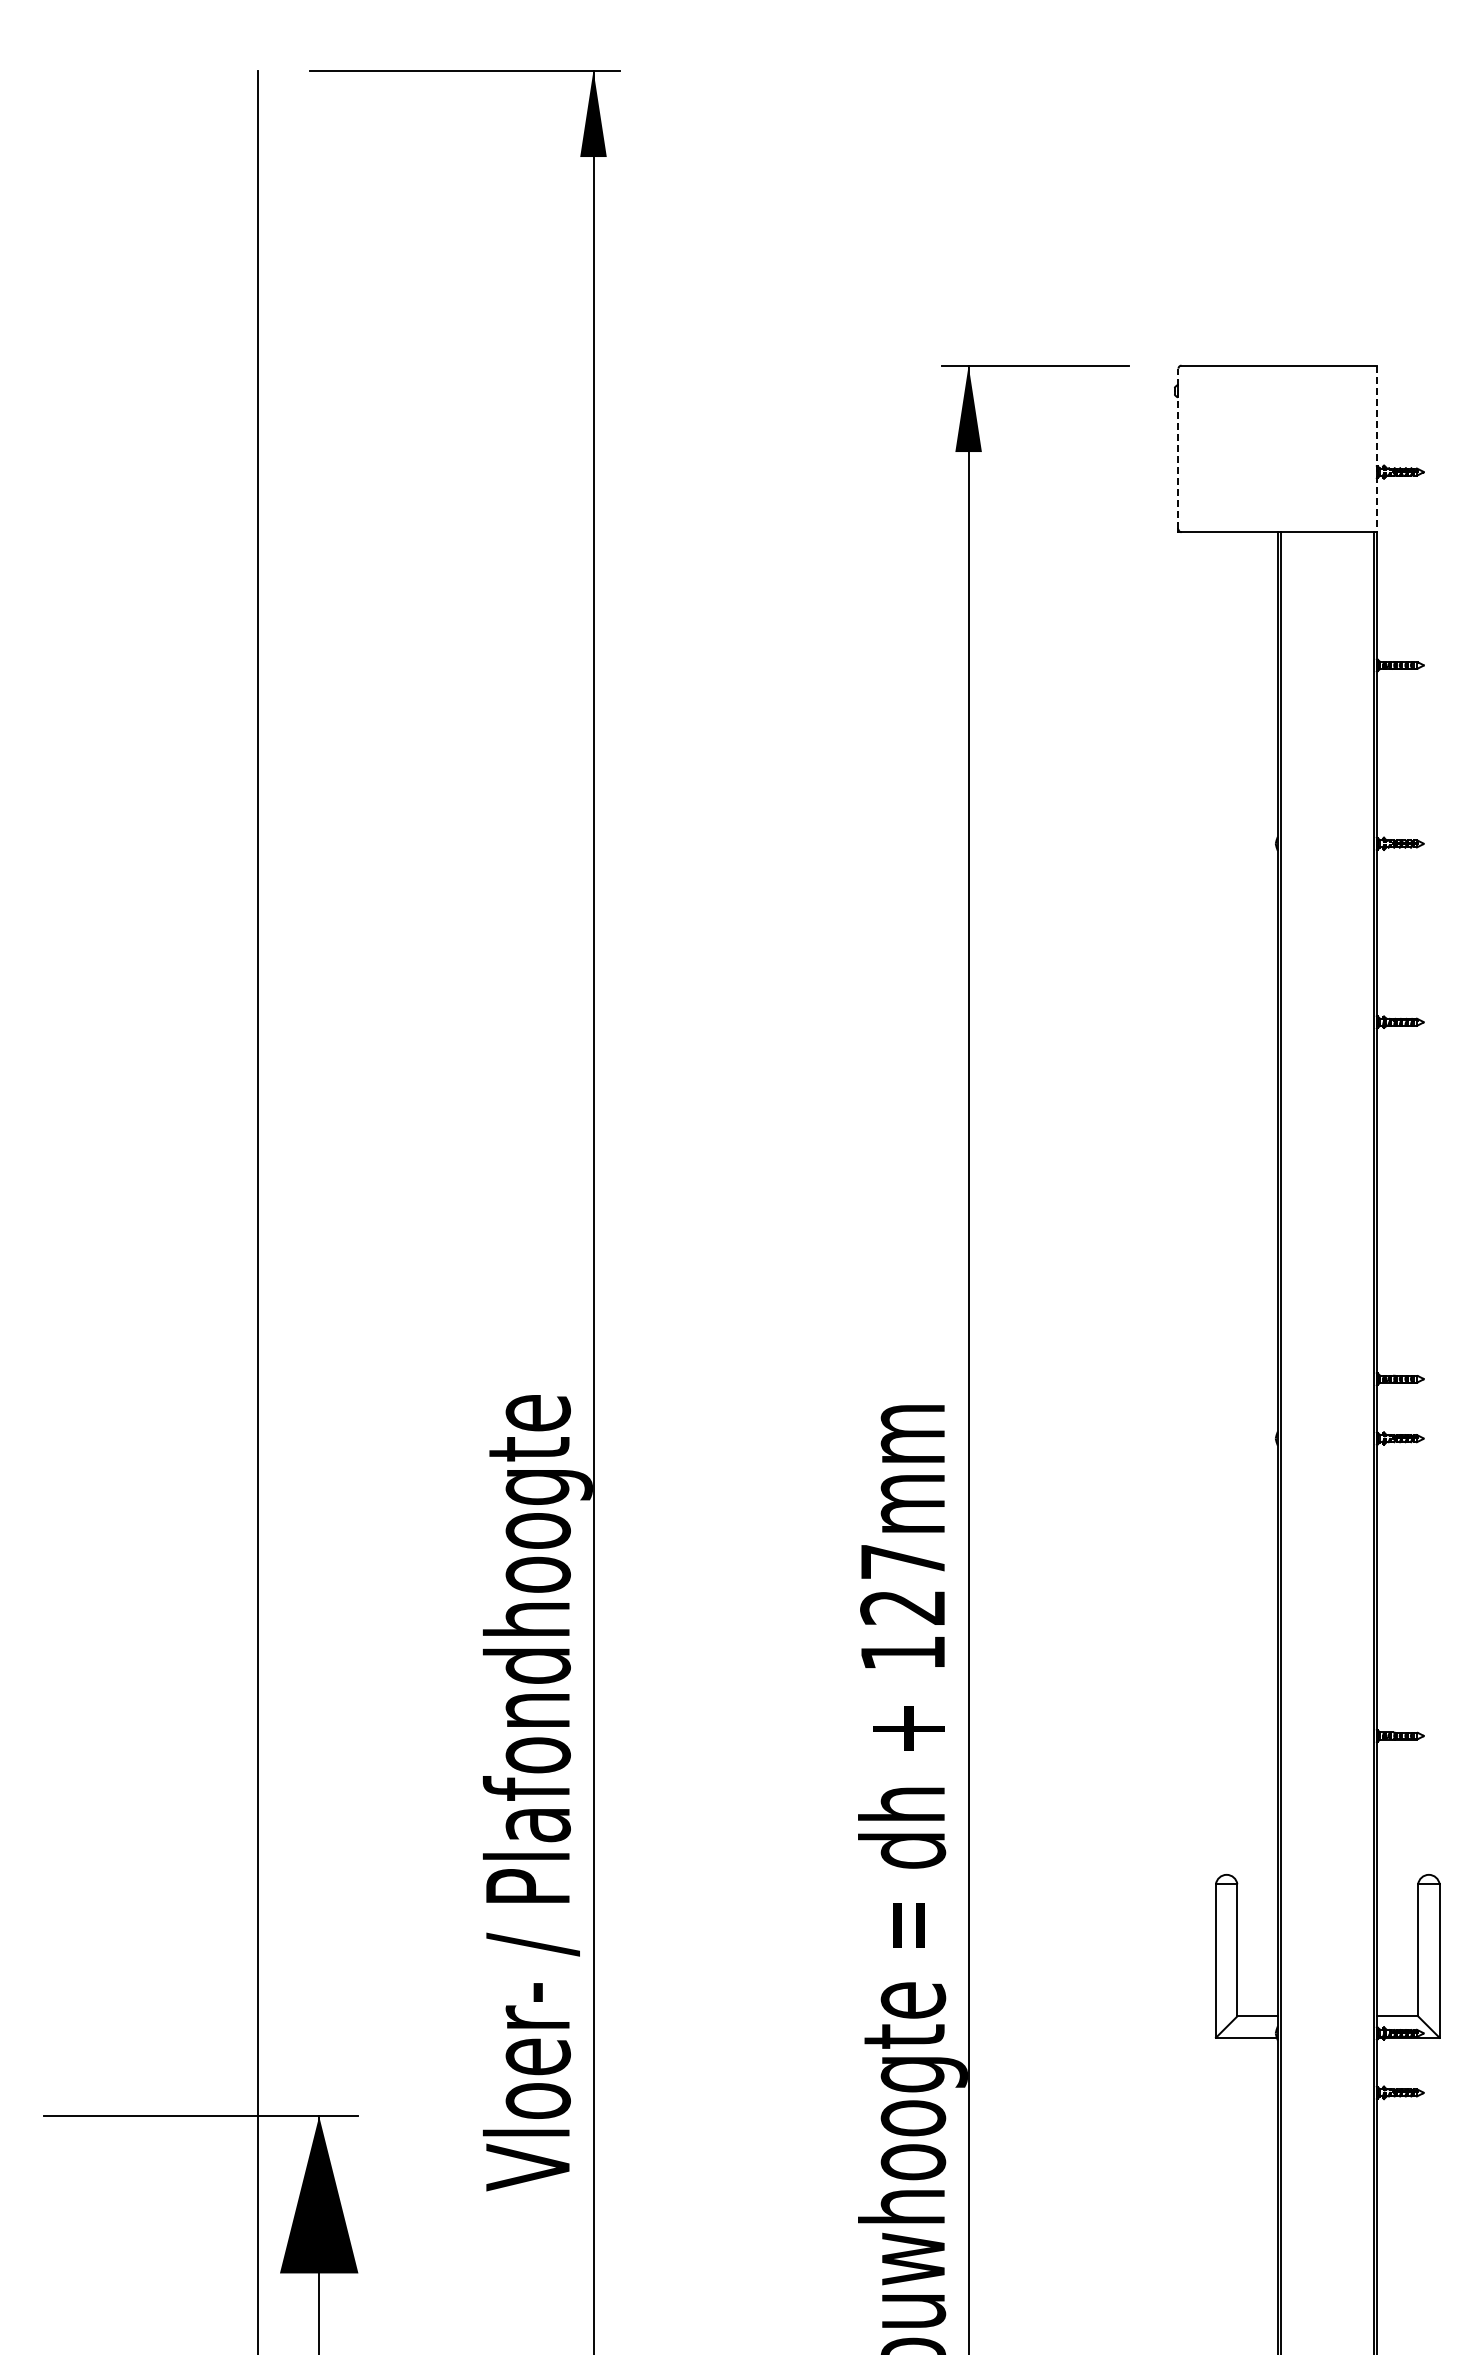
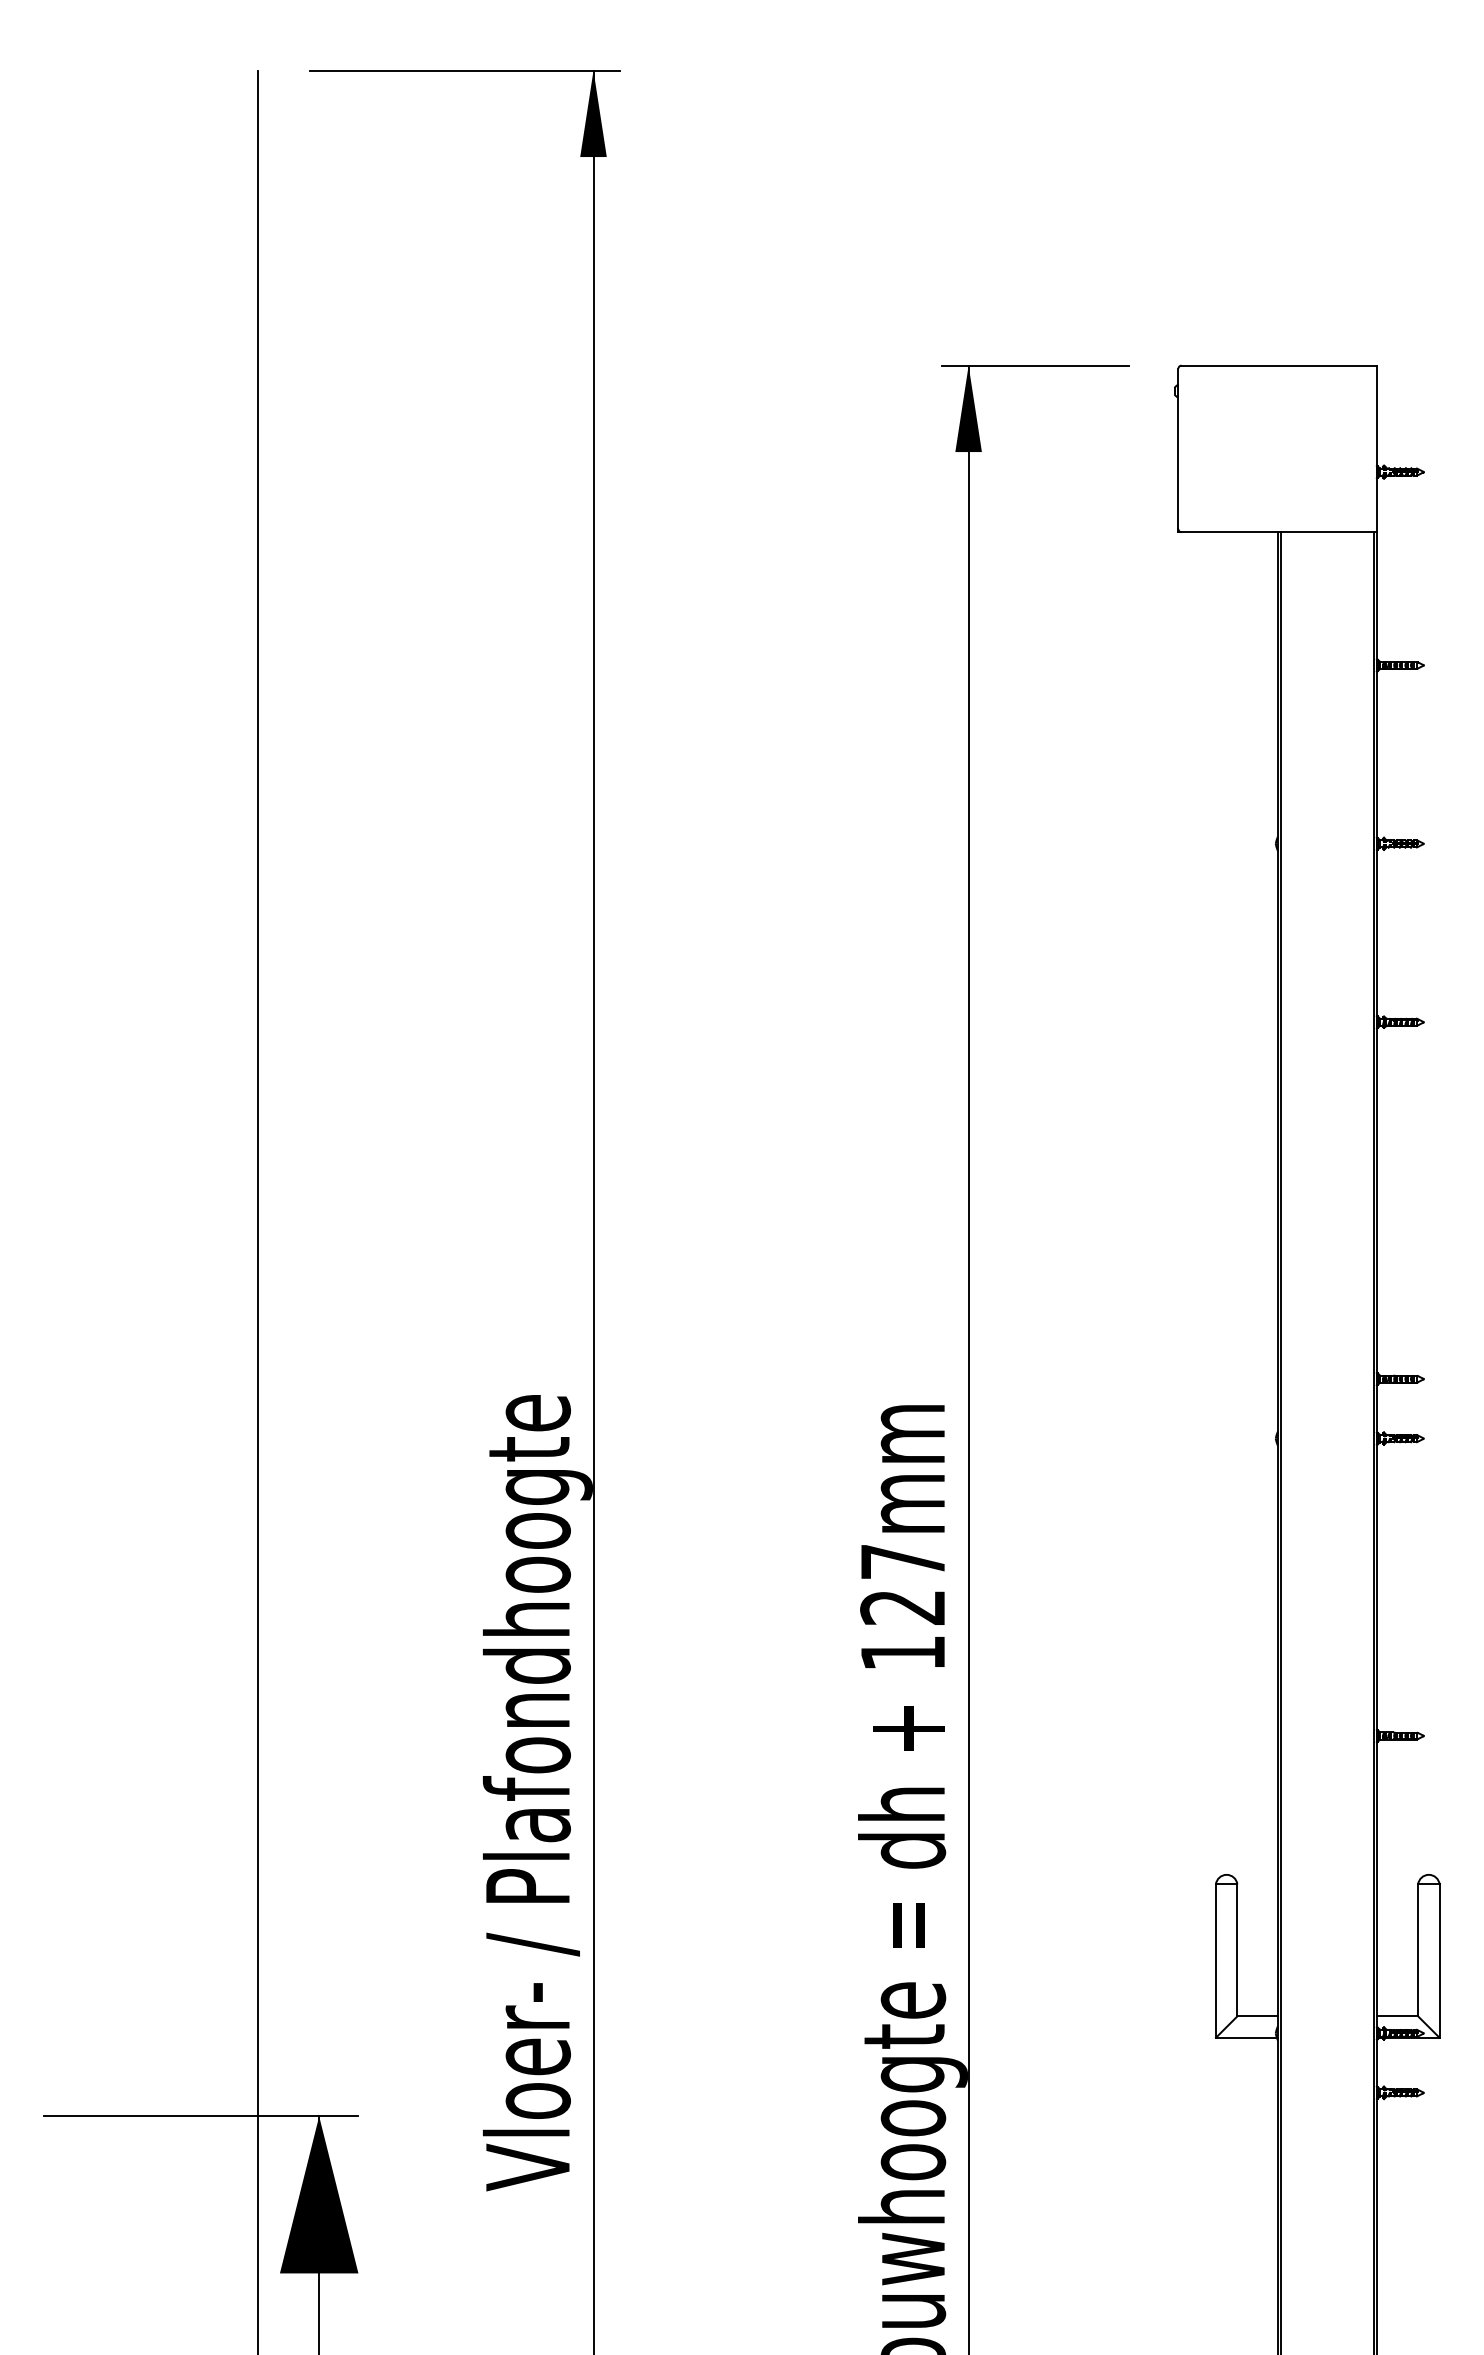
line at (1178, 448): dashed -> solid
line at (1376, 449): dashed -> solid
